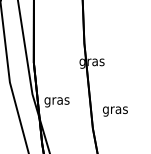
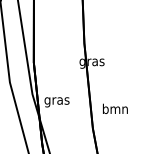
text at (114, 109): gras -> bmn
